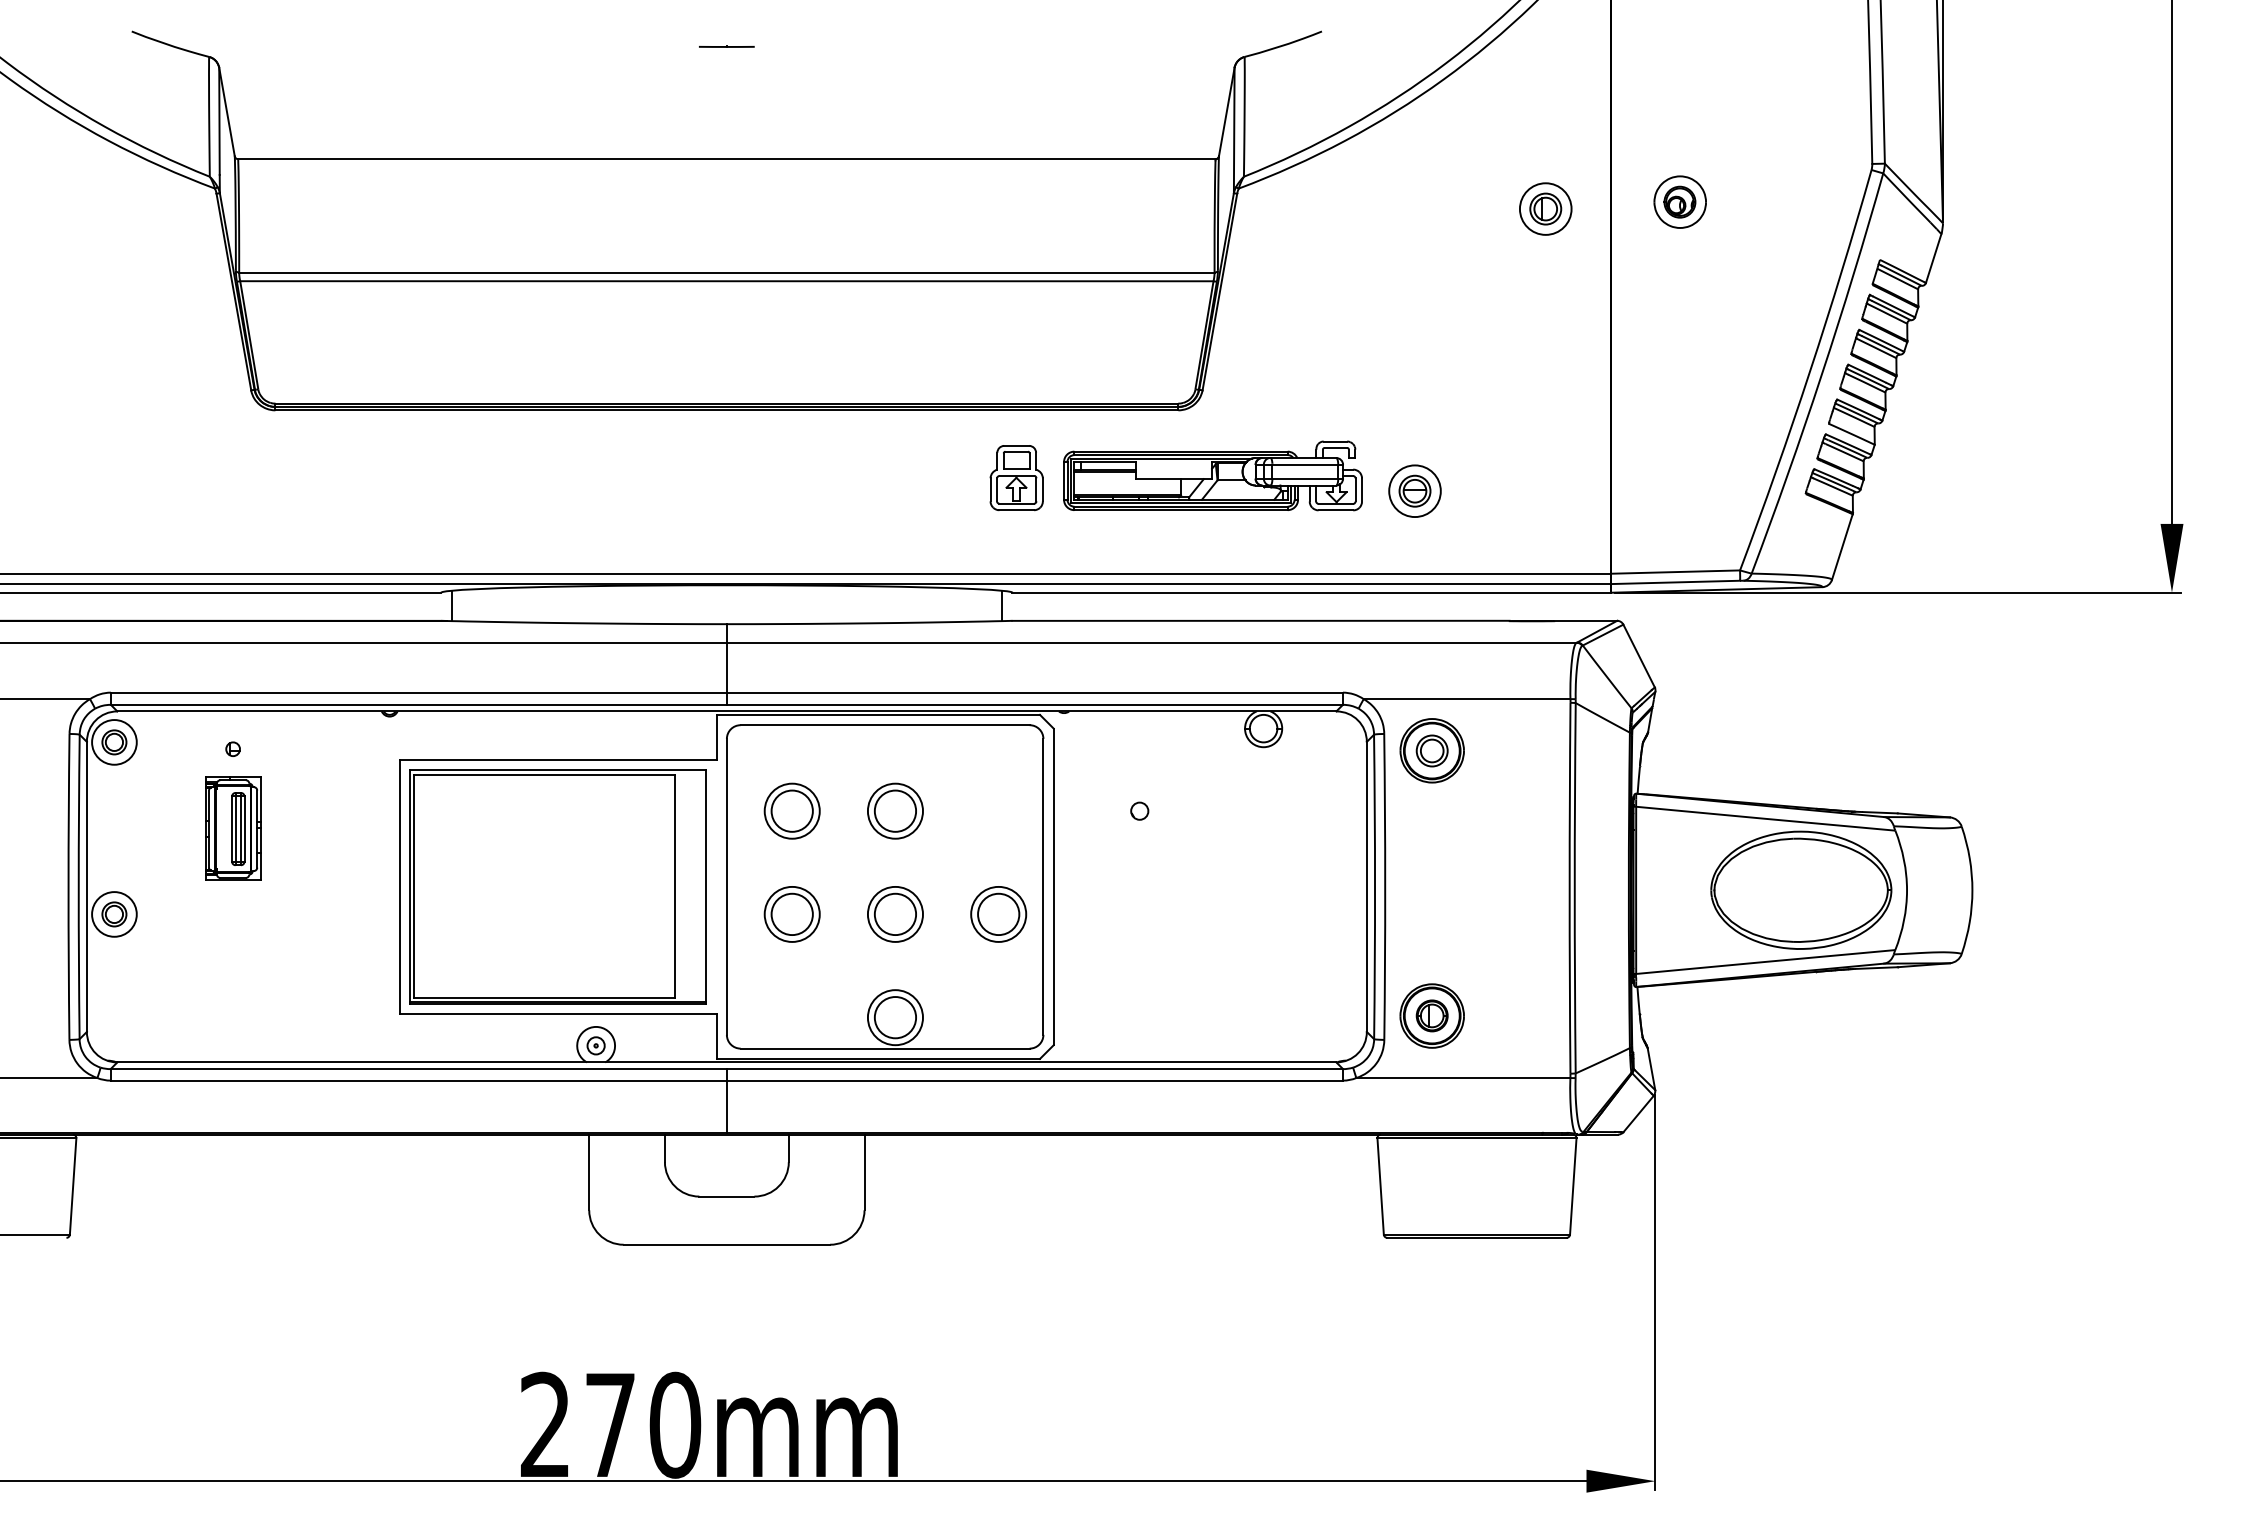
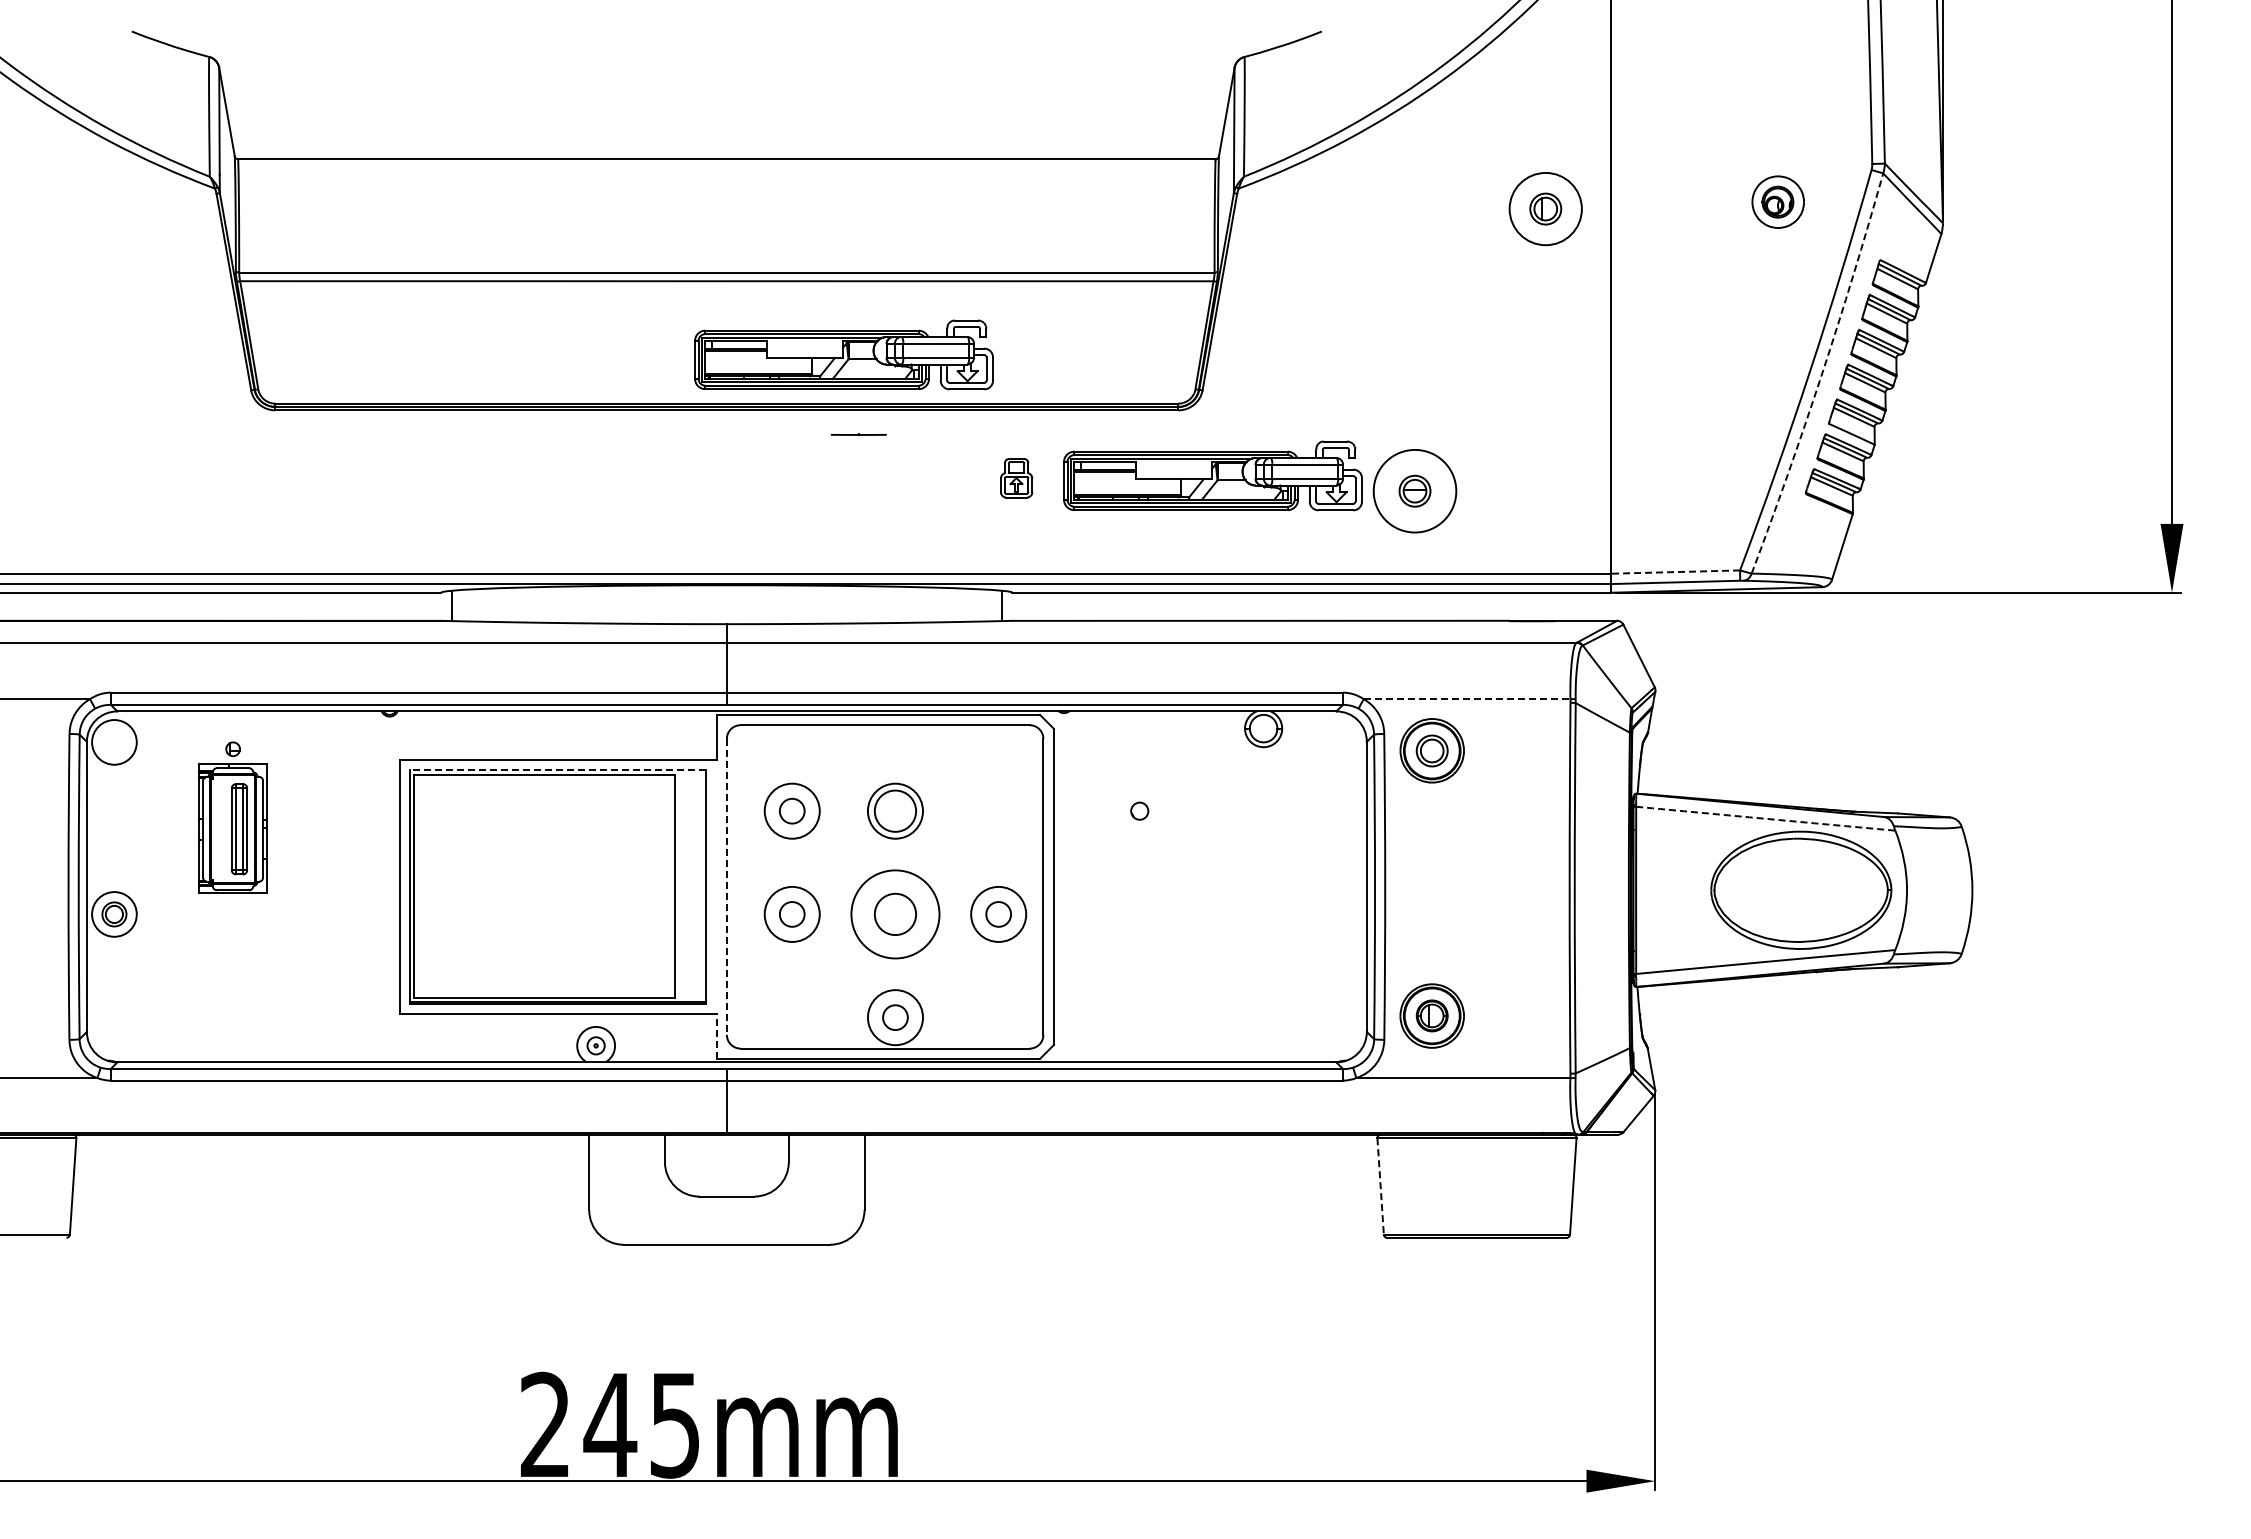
line at (726, 46) position: (726, 46) -> (858, 434)
part at (1679, 201) position: (1679, 201) -> (1777, 201)
circle at (1545, 208) diameter: 52 px -> 72 px
part at (843, 354): none -> present
arc at (1821, 374): solid -> dashed
part at (1016, 478) size: 55x67 px -> 34x41 px
circle at (1414, 491) diameter: 52 px -> 83 px
line at (1675, 572): solid -> dashed
line at (1467, 699): solid -> dashed
part at (114, 742): present -> none
line at (558, 769): solid -> dashed
circle at (791, 810) diameter: 41 px -> 25 px
arc at (1765, 818): solid -> dashed
part at (233, 828) size: 57x105 px -> 70x131 px
line at (726, 886): solid -> dashed
circle at (895, 913) diameter: 55 px -> 88 px
circle at (791, 914) diameter: 41 px -> 25 px
circle at (998, 914) diameter: 41 px -> 25 px
circle at (895, 1017) diameter: 41 px -> 25 px
line at (716, 1036): solid -> dashed
line at (1380, 1186): solid -> dashed
text at (642, 1424): 270mm -> 245mm
